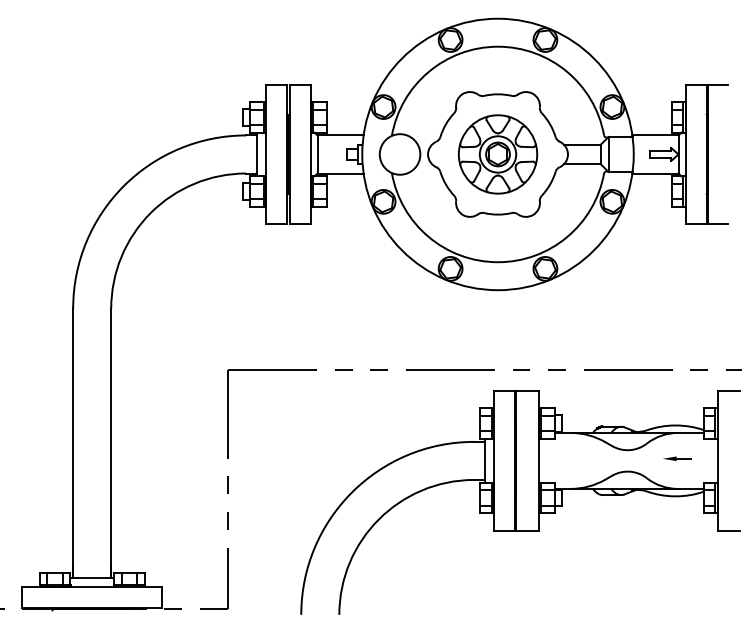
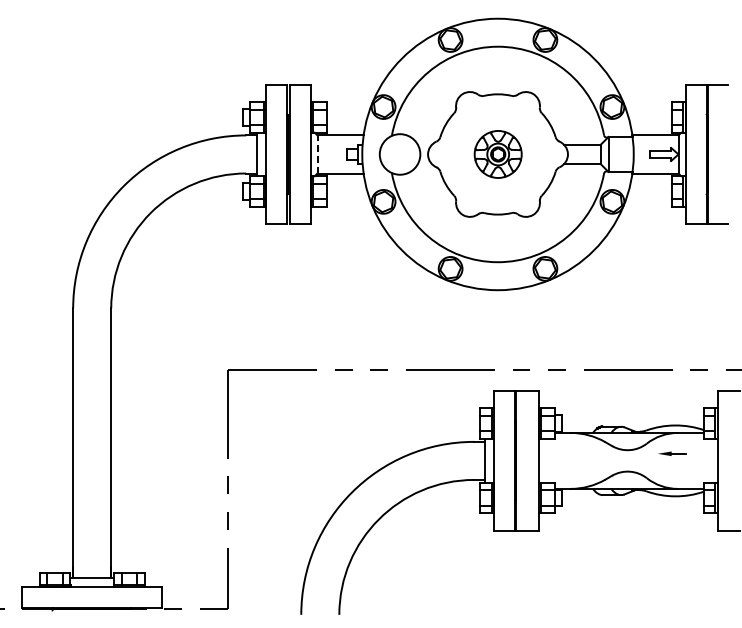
line at (317, 153): solid -> dashed
part at (498, 154) size: 81x81 px -> 50x49 px
part at (677, 458) position: (677, 458) -> (672, 453)
